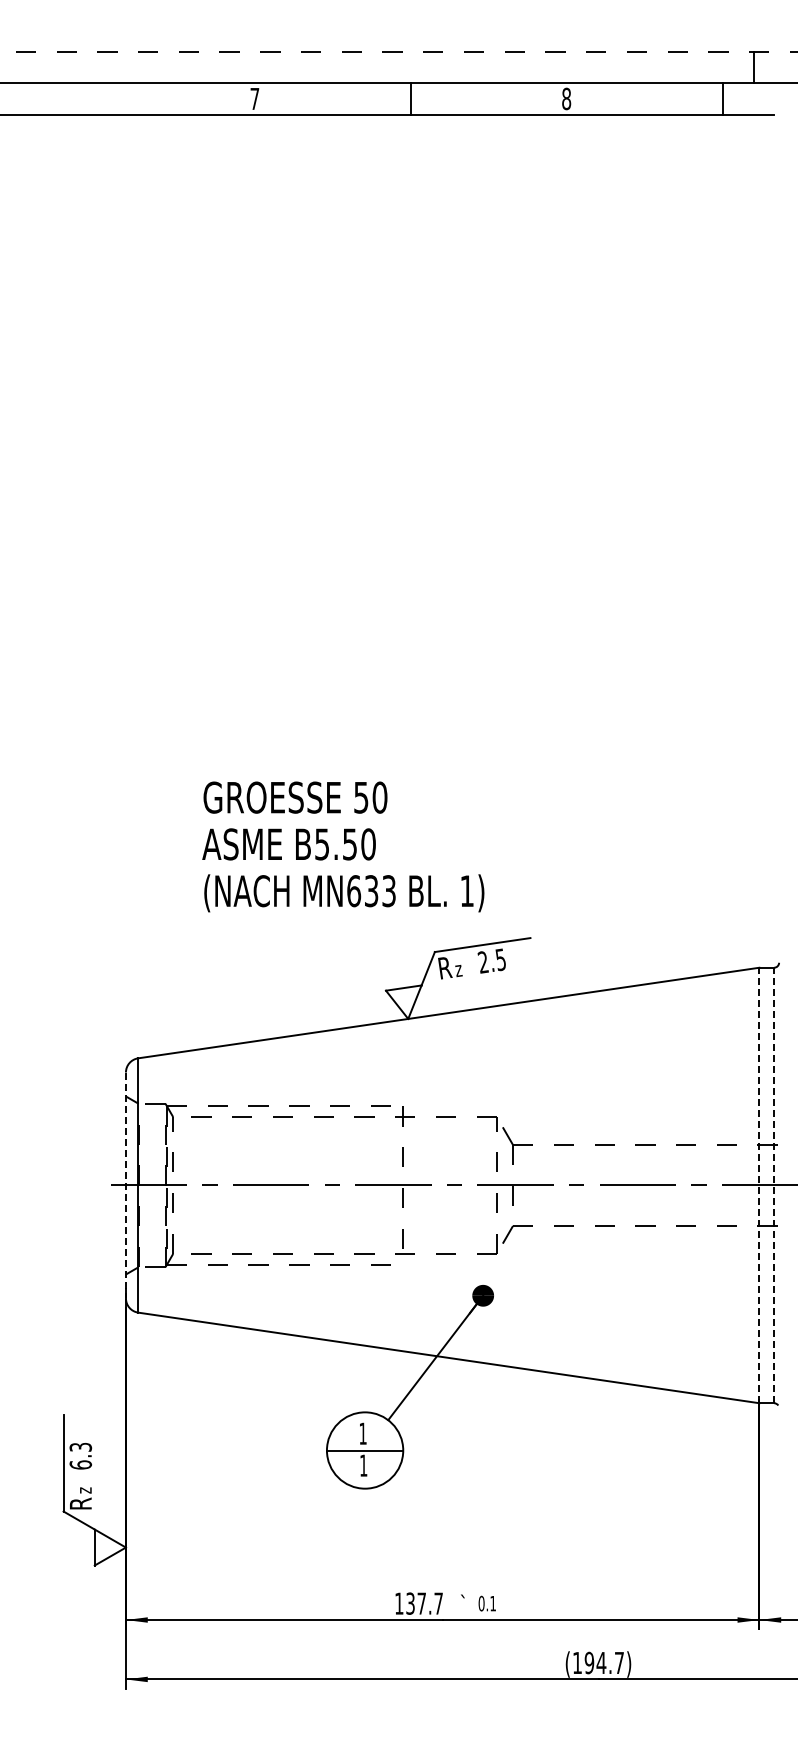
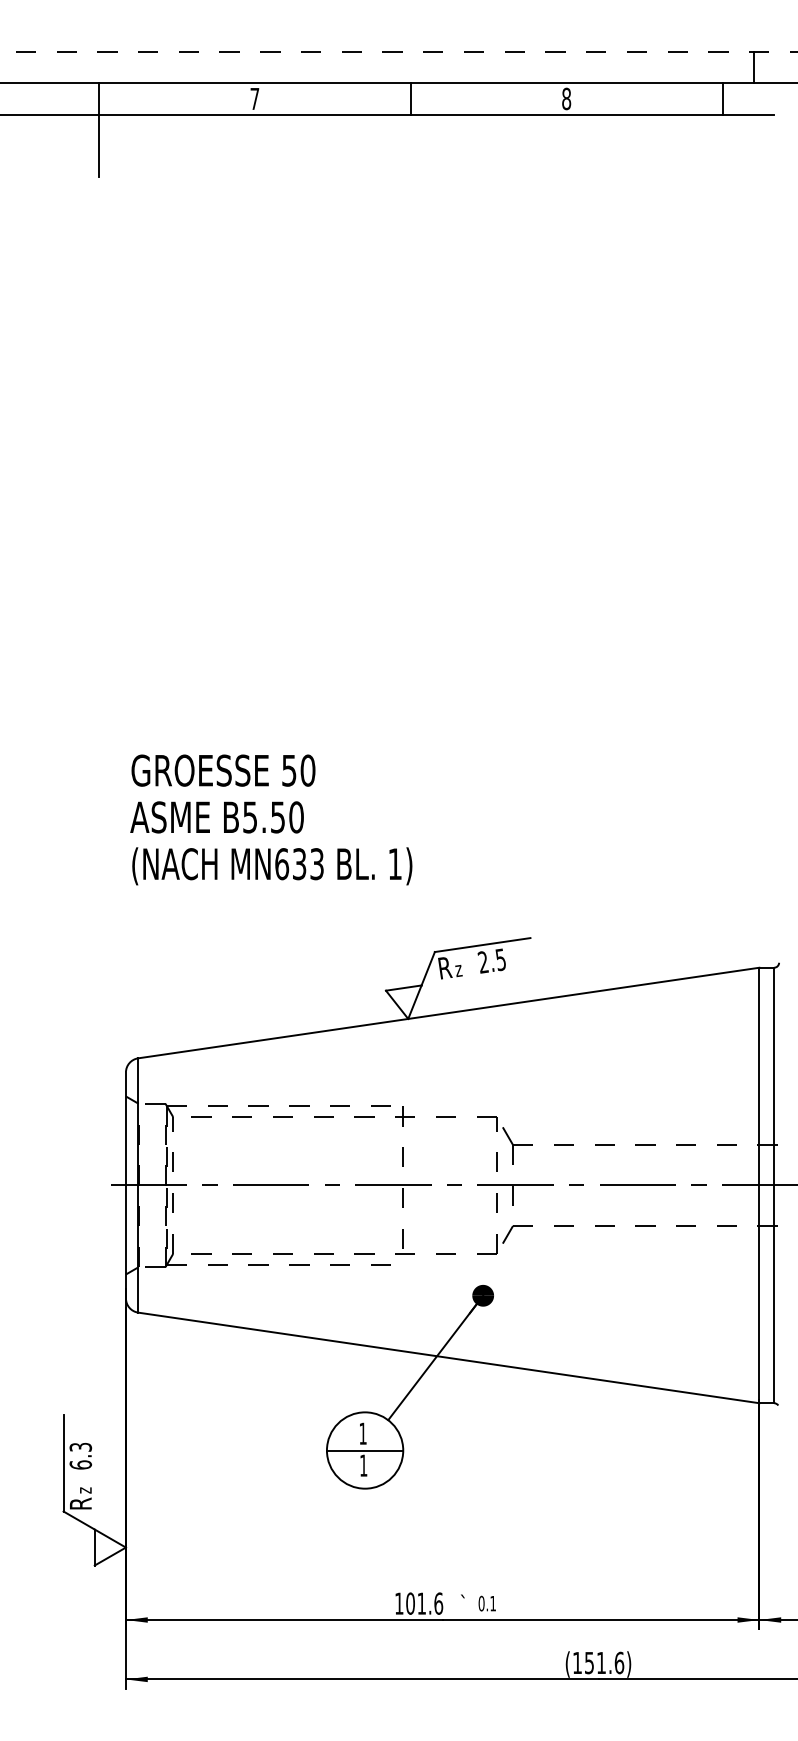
line at (99, 129): none -> present
text at (343, 846) position: (343, 846) -> (271, 819)
line at (125, 1185): dashed -> solid
line at (759, 1185): dashed -> solid
line at (774, 1185): dashed -> solid
text at (424, 1603): 137.7 -> 101.6
text at (604, 1662): (194.7) -> (151.6)
